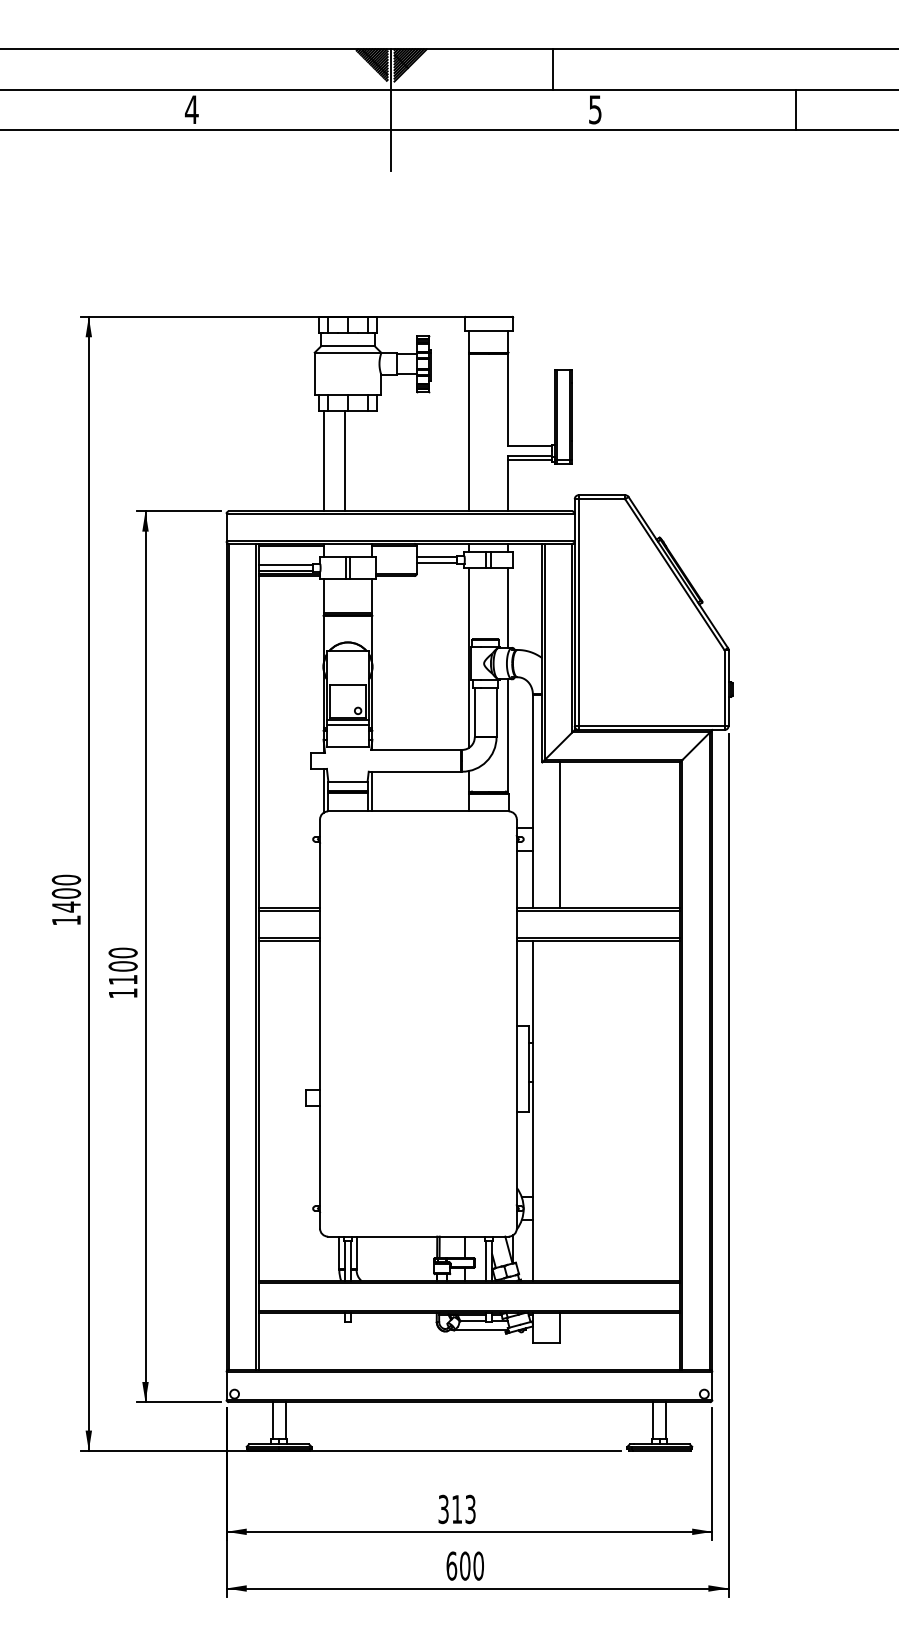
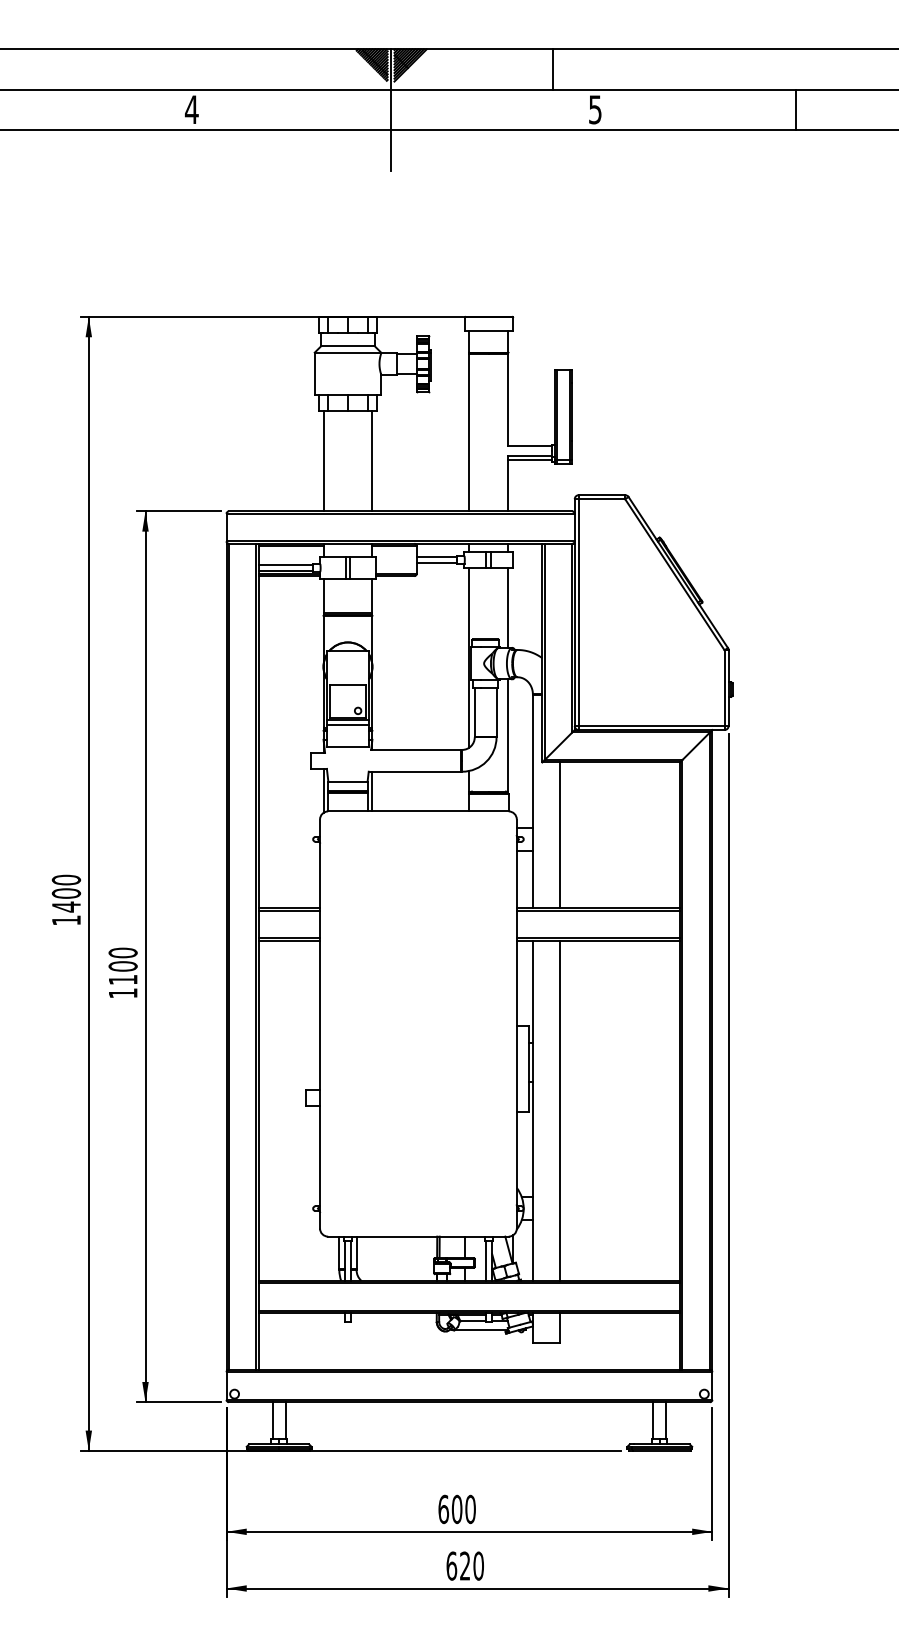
line at (345, 460) position: (345, 460) -> (372, 460)
line at (560, 1110): none -> present
text at (456, 1509): 313 -> 600
text at (465, 1565): 600 -> 620
